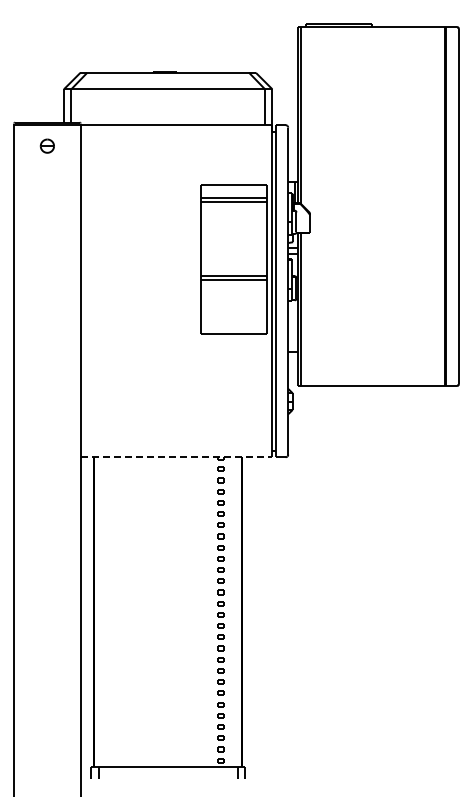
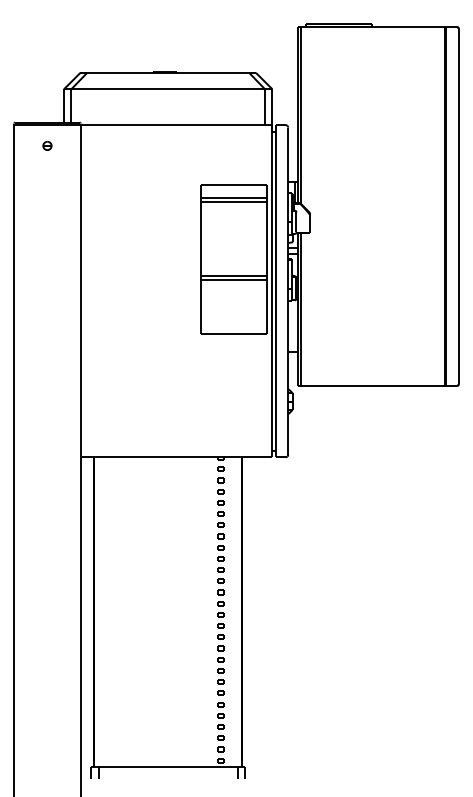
part at (46, 145) size: 16x16 px -> 11x11 px
line at (176, 457): dashed -> solid
